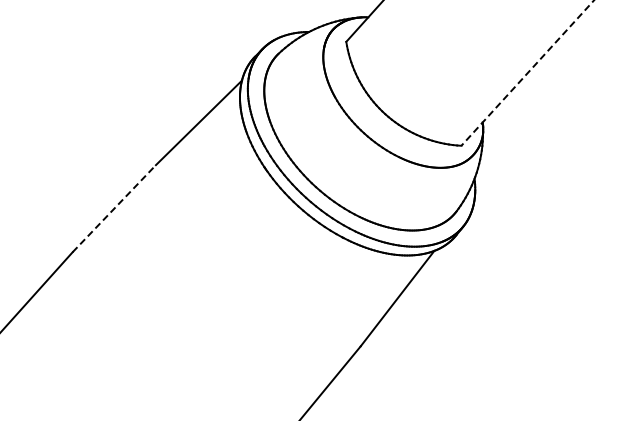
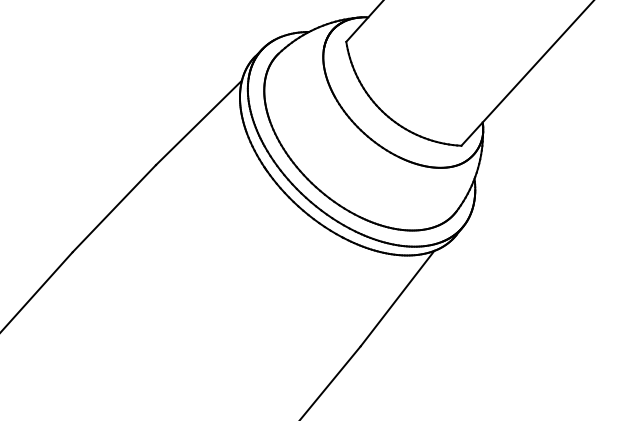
line at (527, 73): dashed -> solid
line at (114, 208): dashed -> solid
